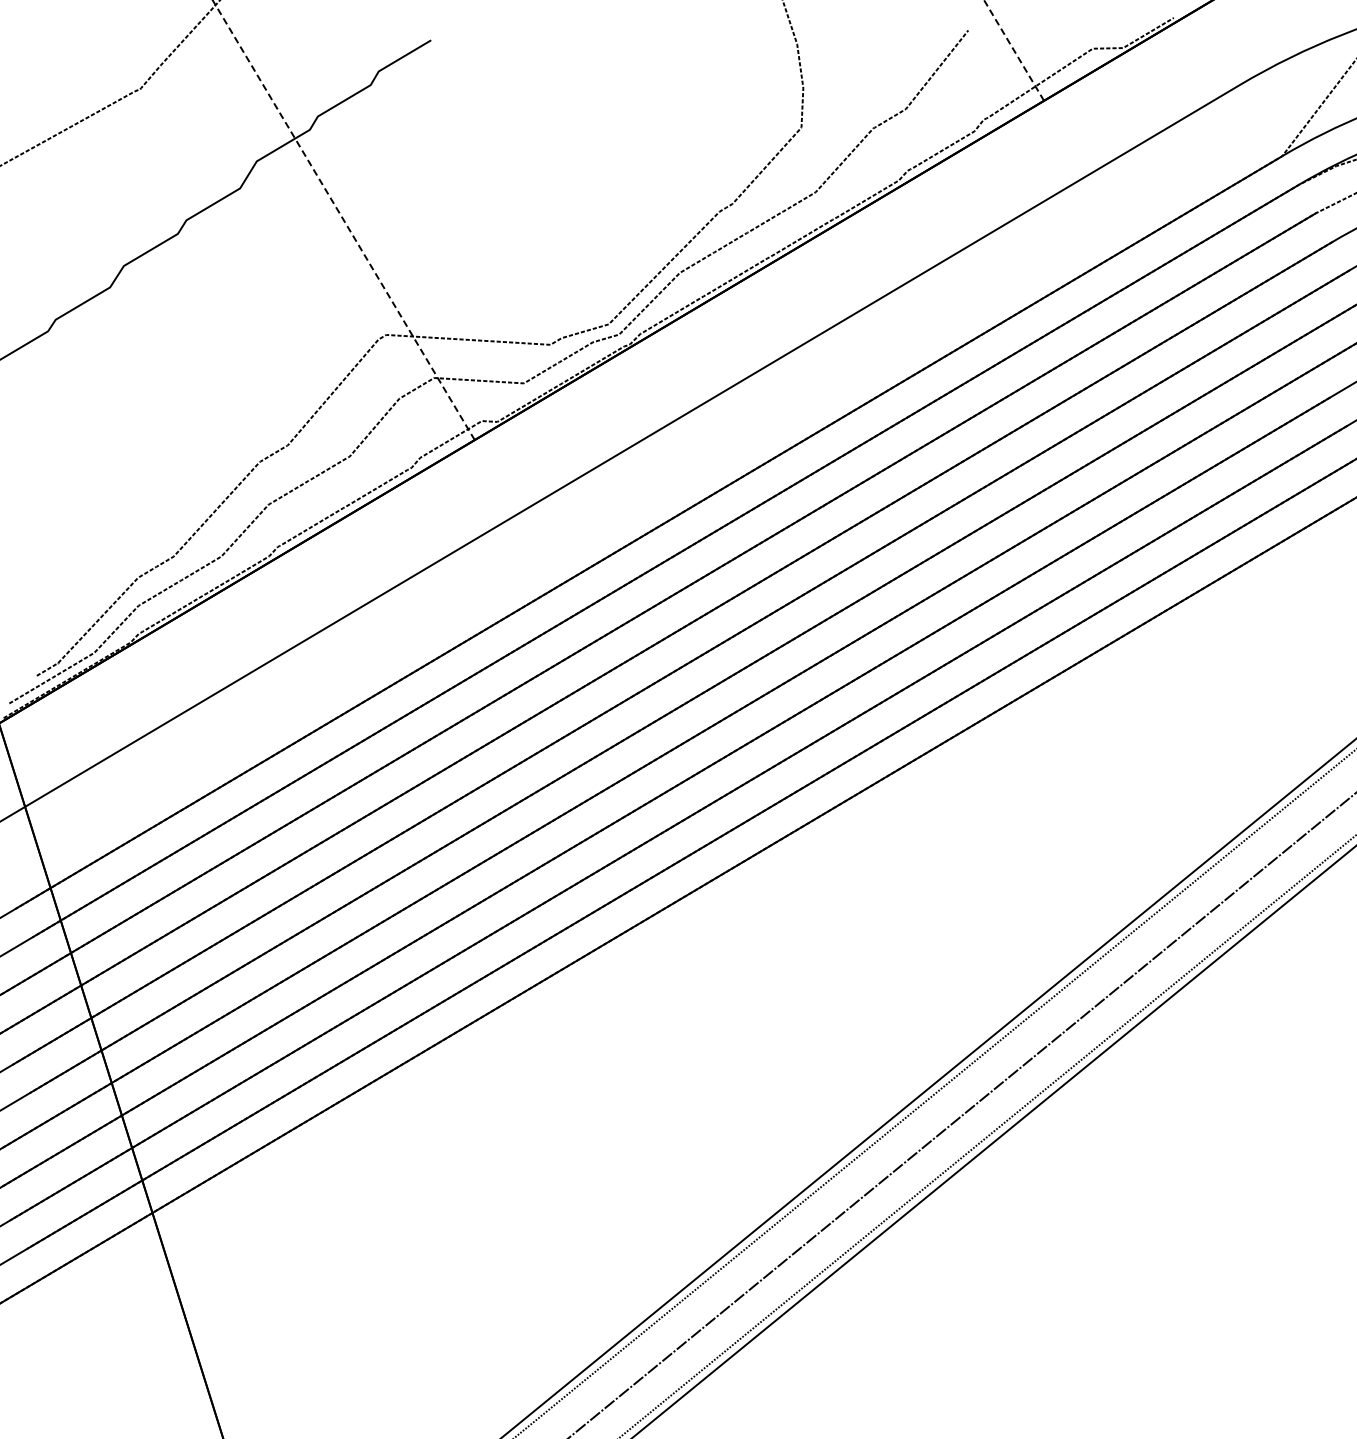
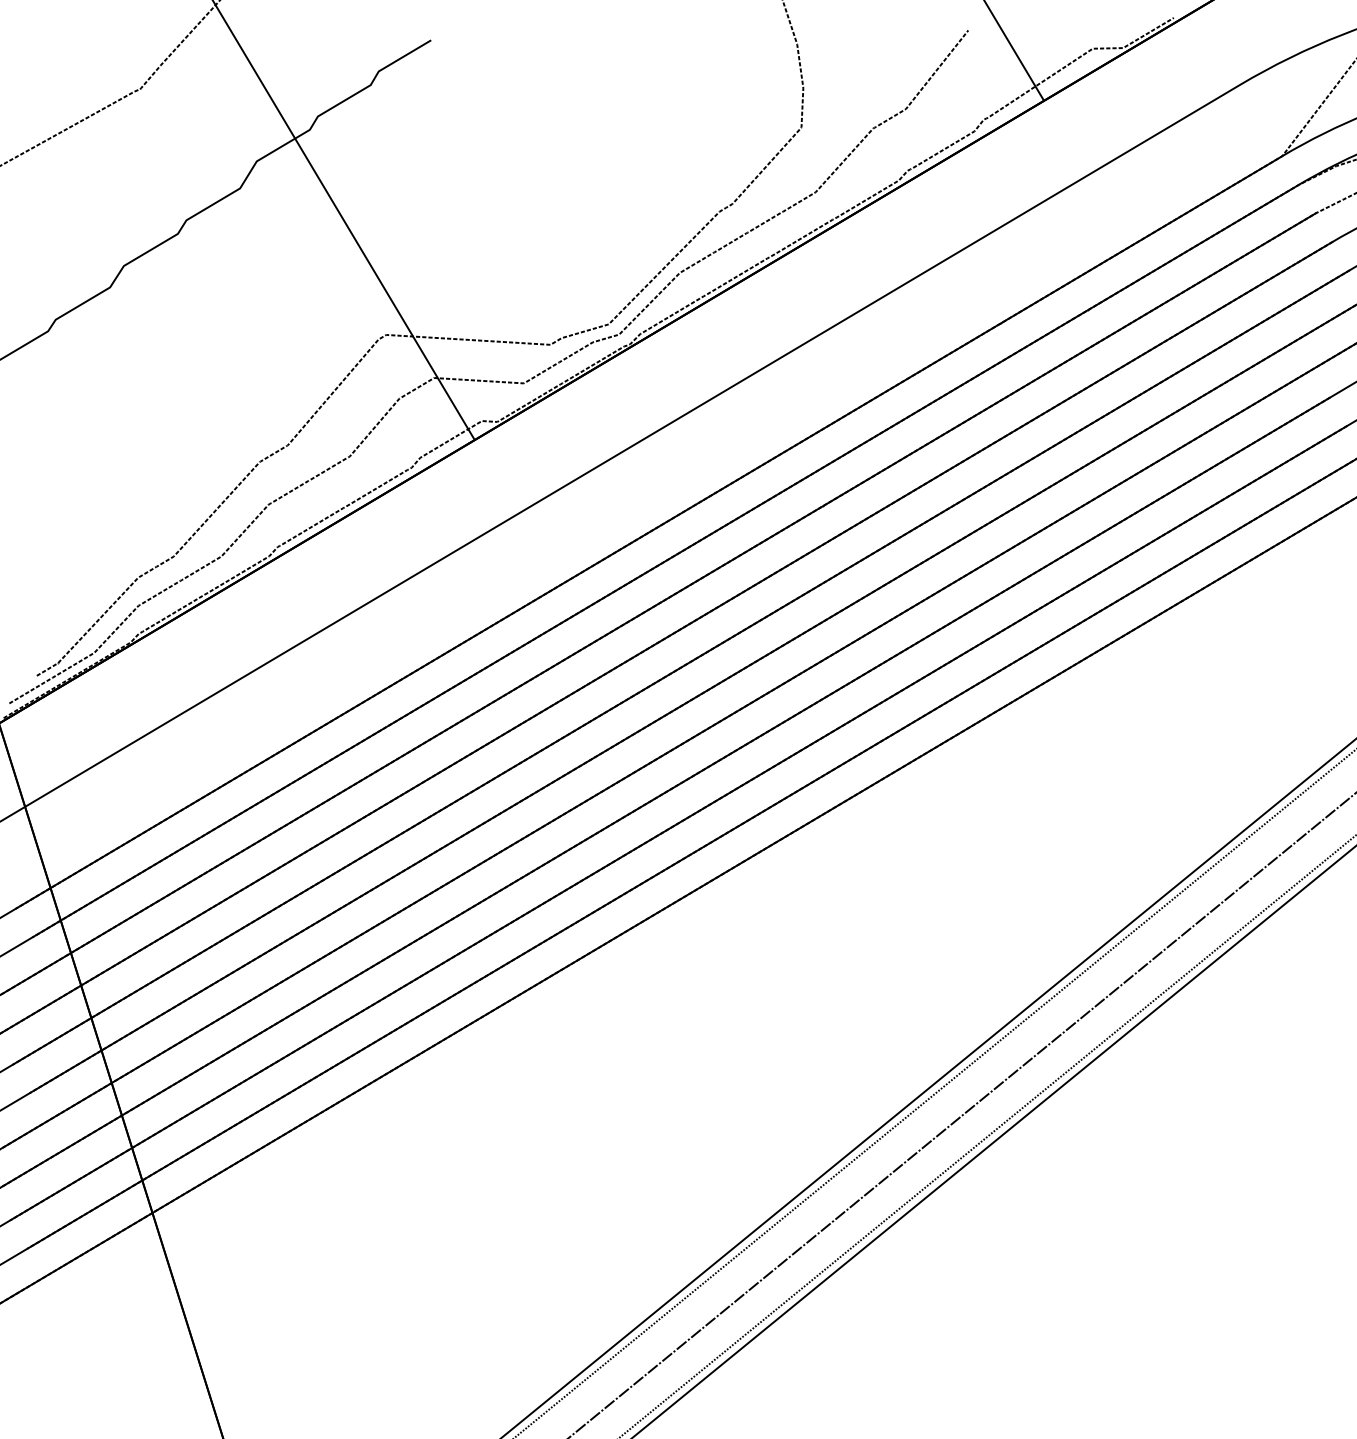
line at (1013, 50): dashed -> solid
line at (343, 220): dashed -> solid
